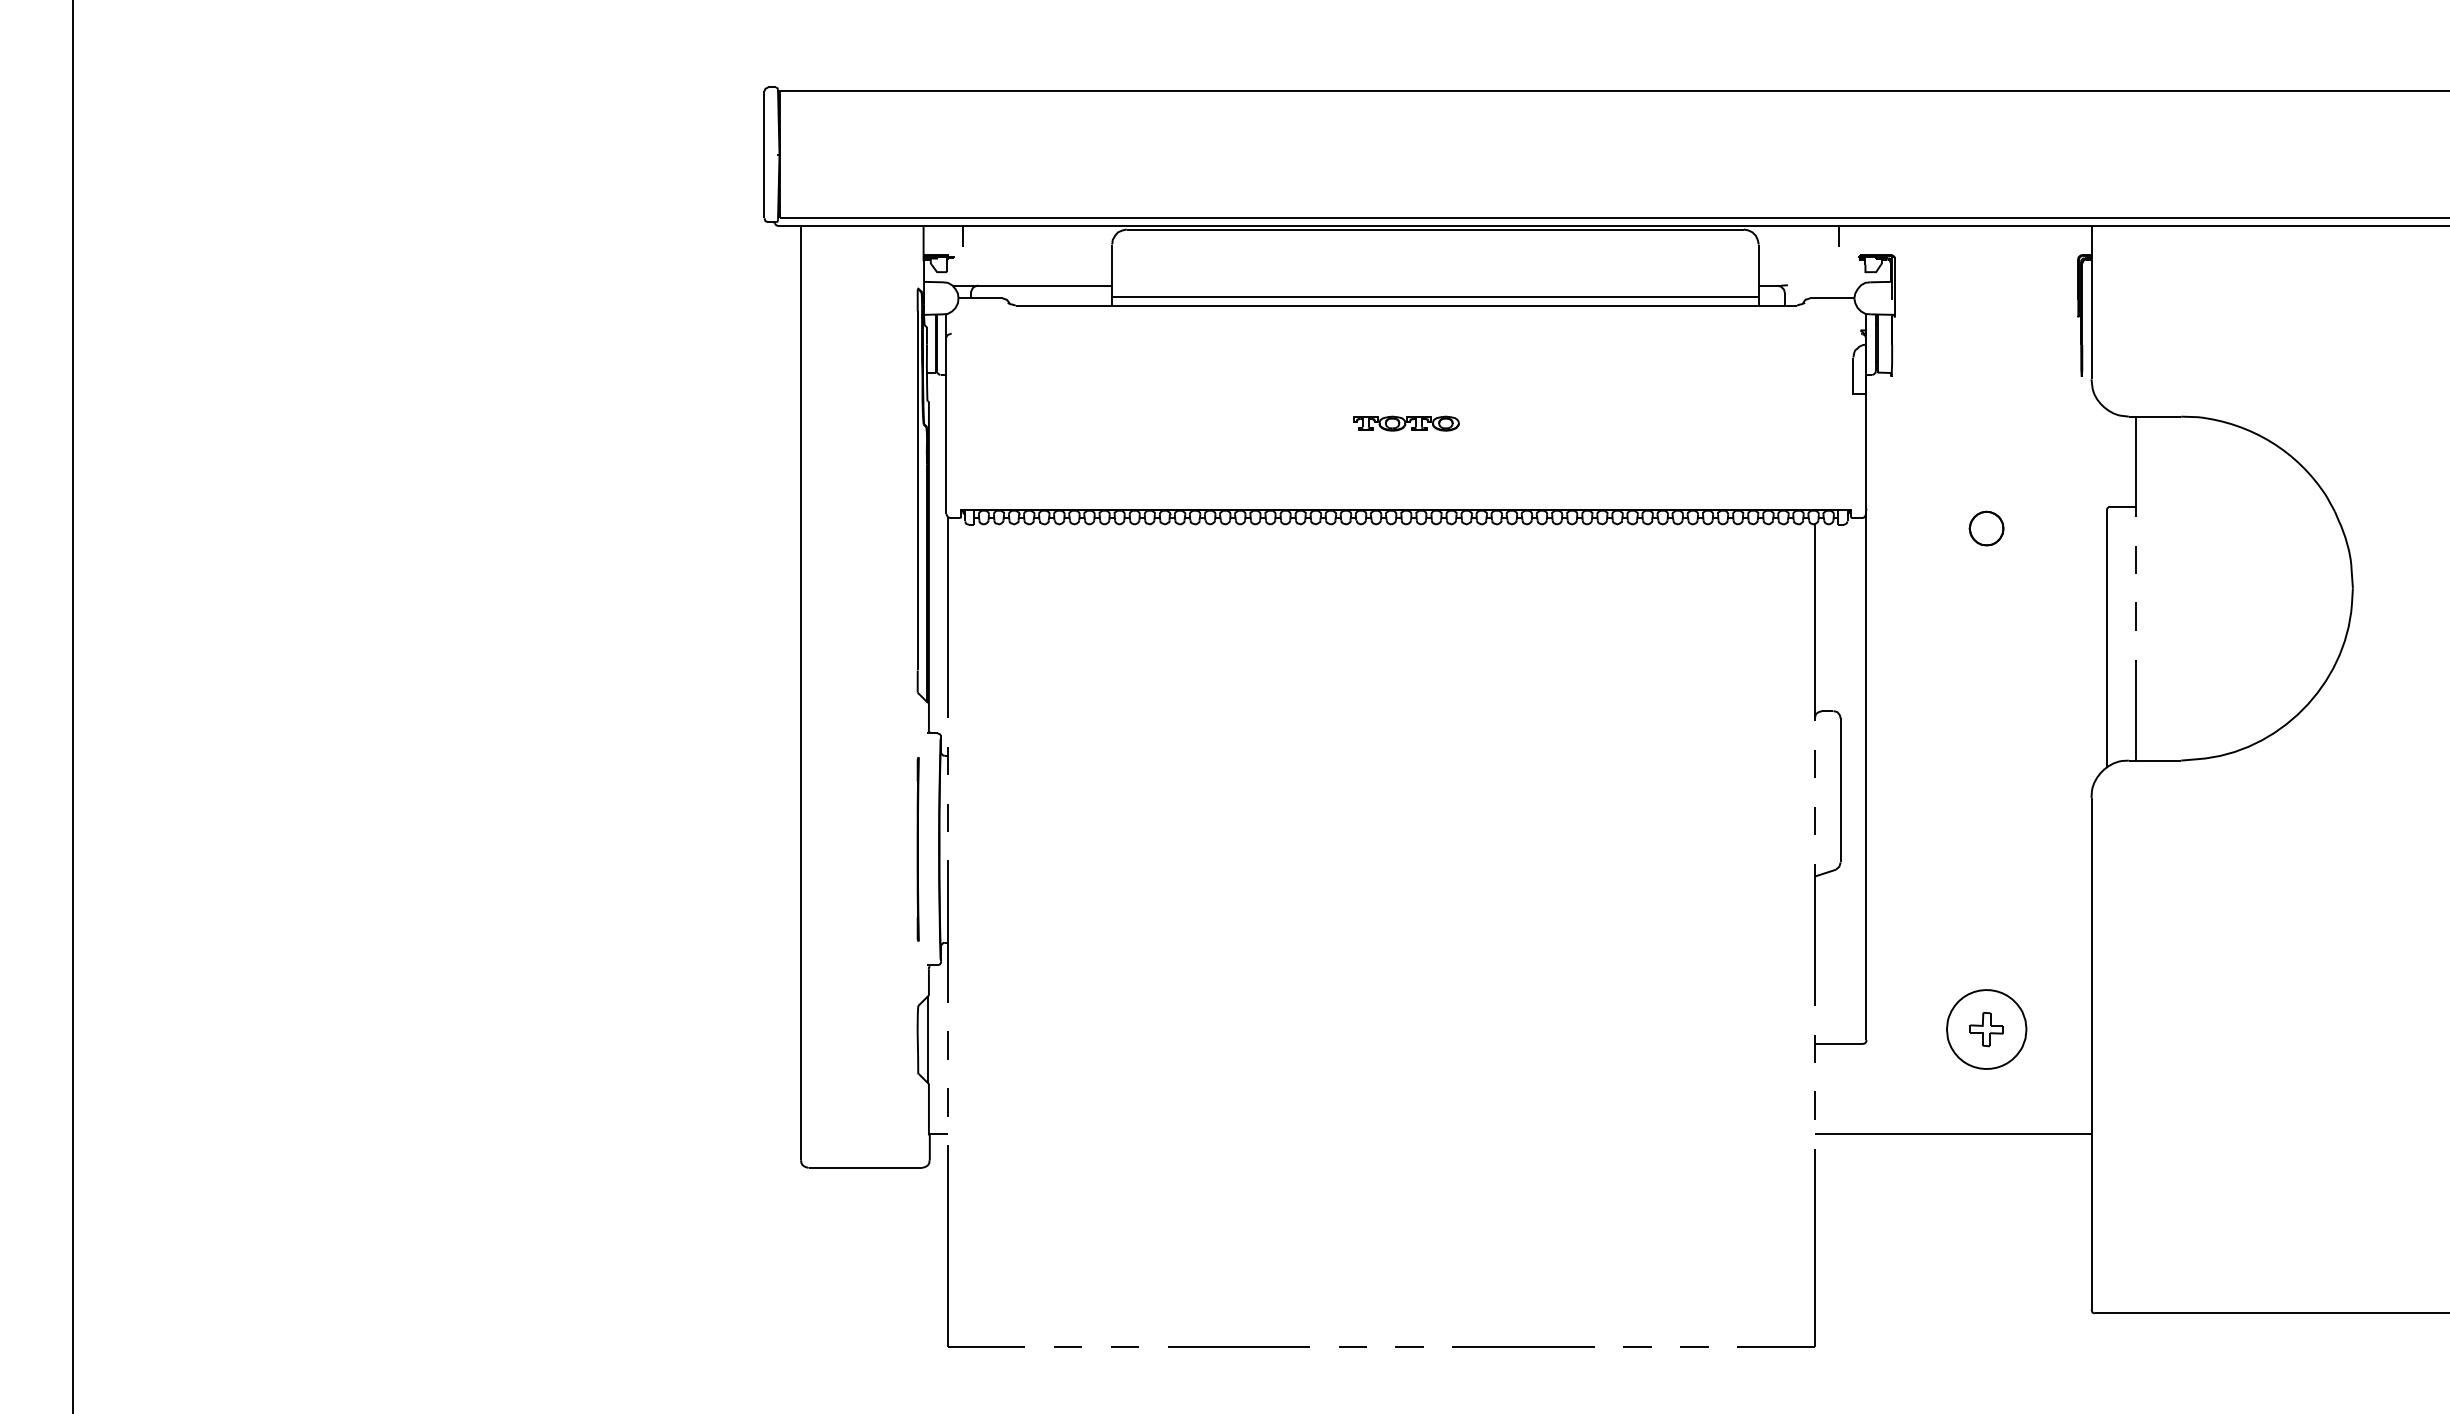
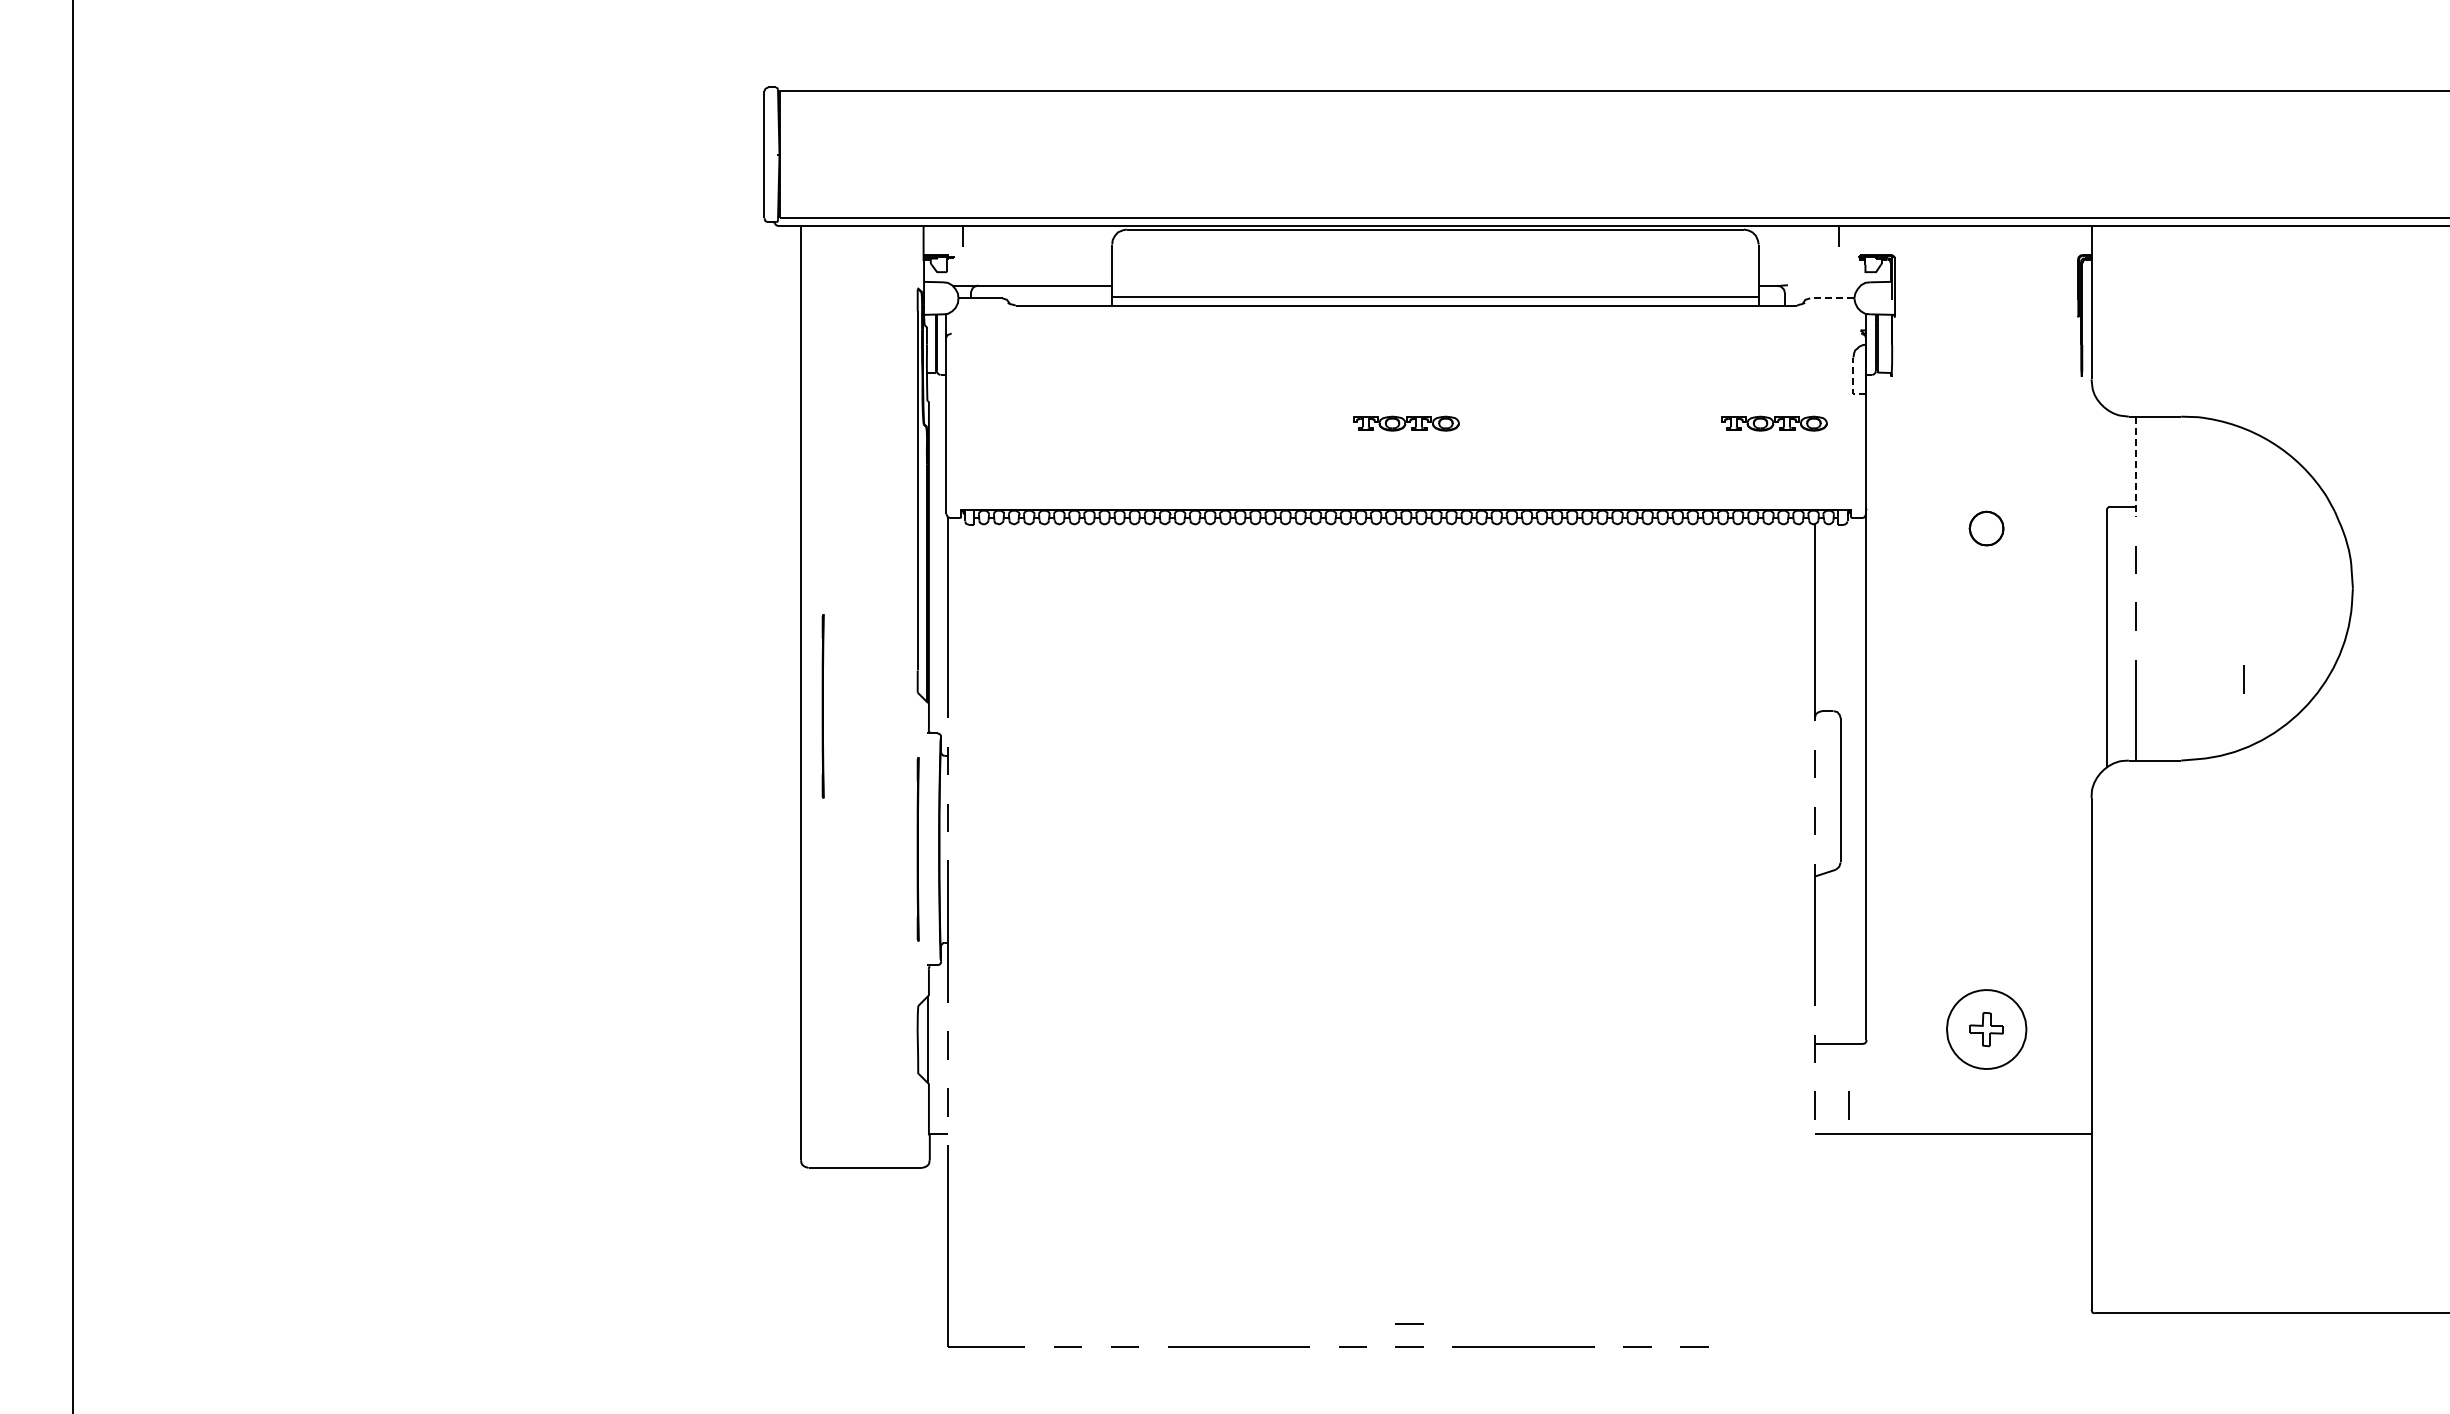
line at (1831, 298): solid -> dashed
line at (1853, 382): solid -> dashed
part at (1774, 423): none -> present
line at (2136, 467): solid -> dashed
line at (2243, 679): none -> present
line at (822, 706): none -> present
line at (1848, 1105): none -> present
part at (1814, 1248): present -> none
line at (1409, 1323): none -> present
